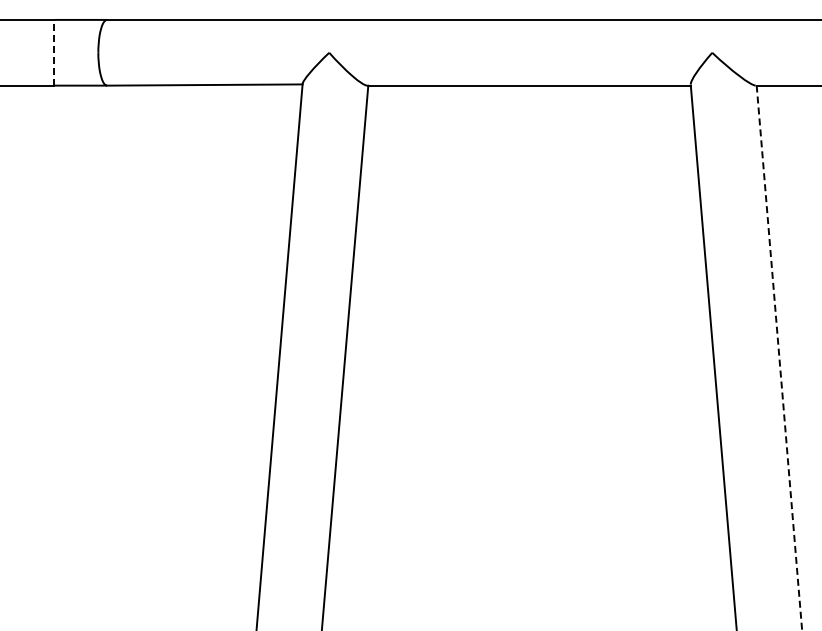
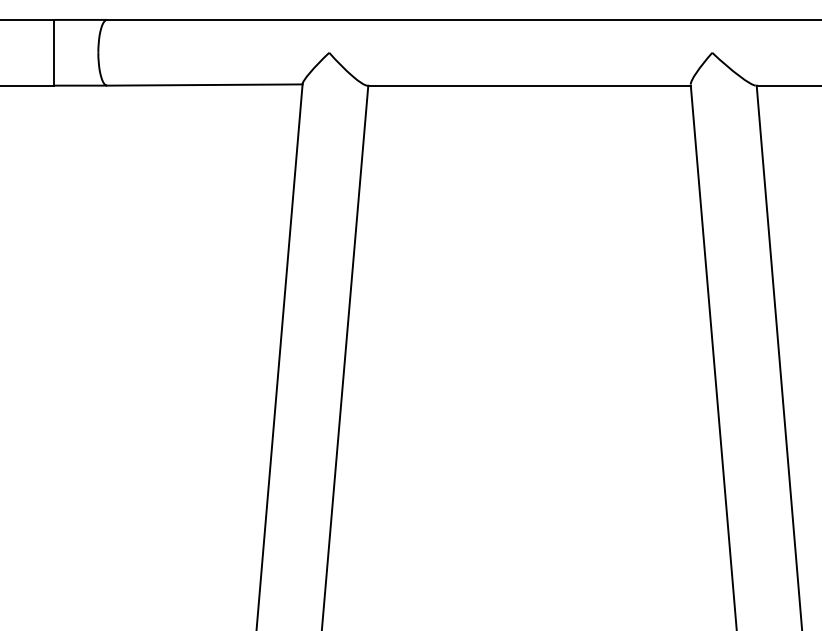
line at (54, 52): dashed -> solid
line at (779, 357): dashed -> solid
